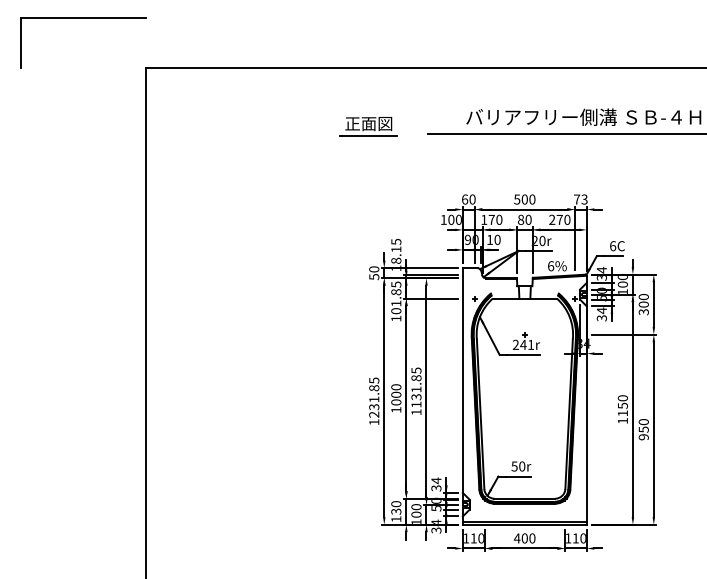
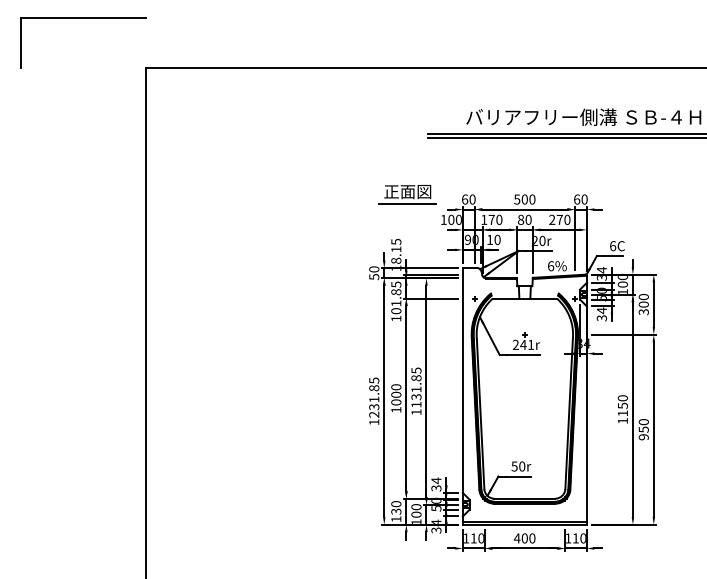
part at (368, 126) position: (368, 126) -> (407, 194)
line at (565, 137): none -> present
text at (580, 199): 73 -> 60
